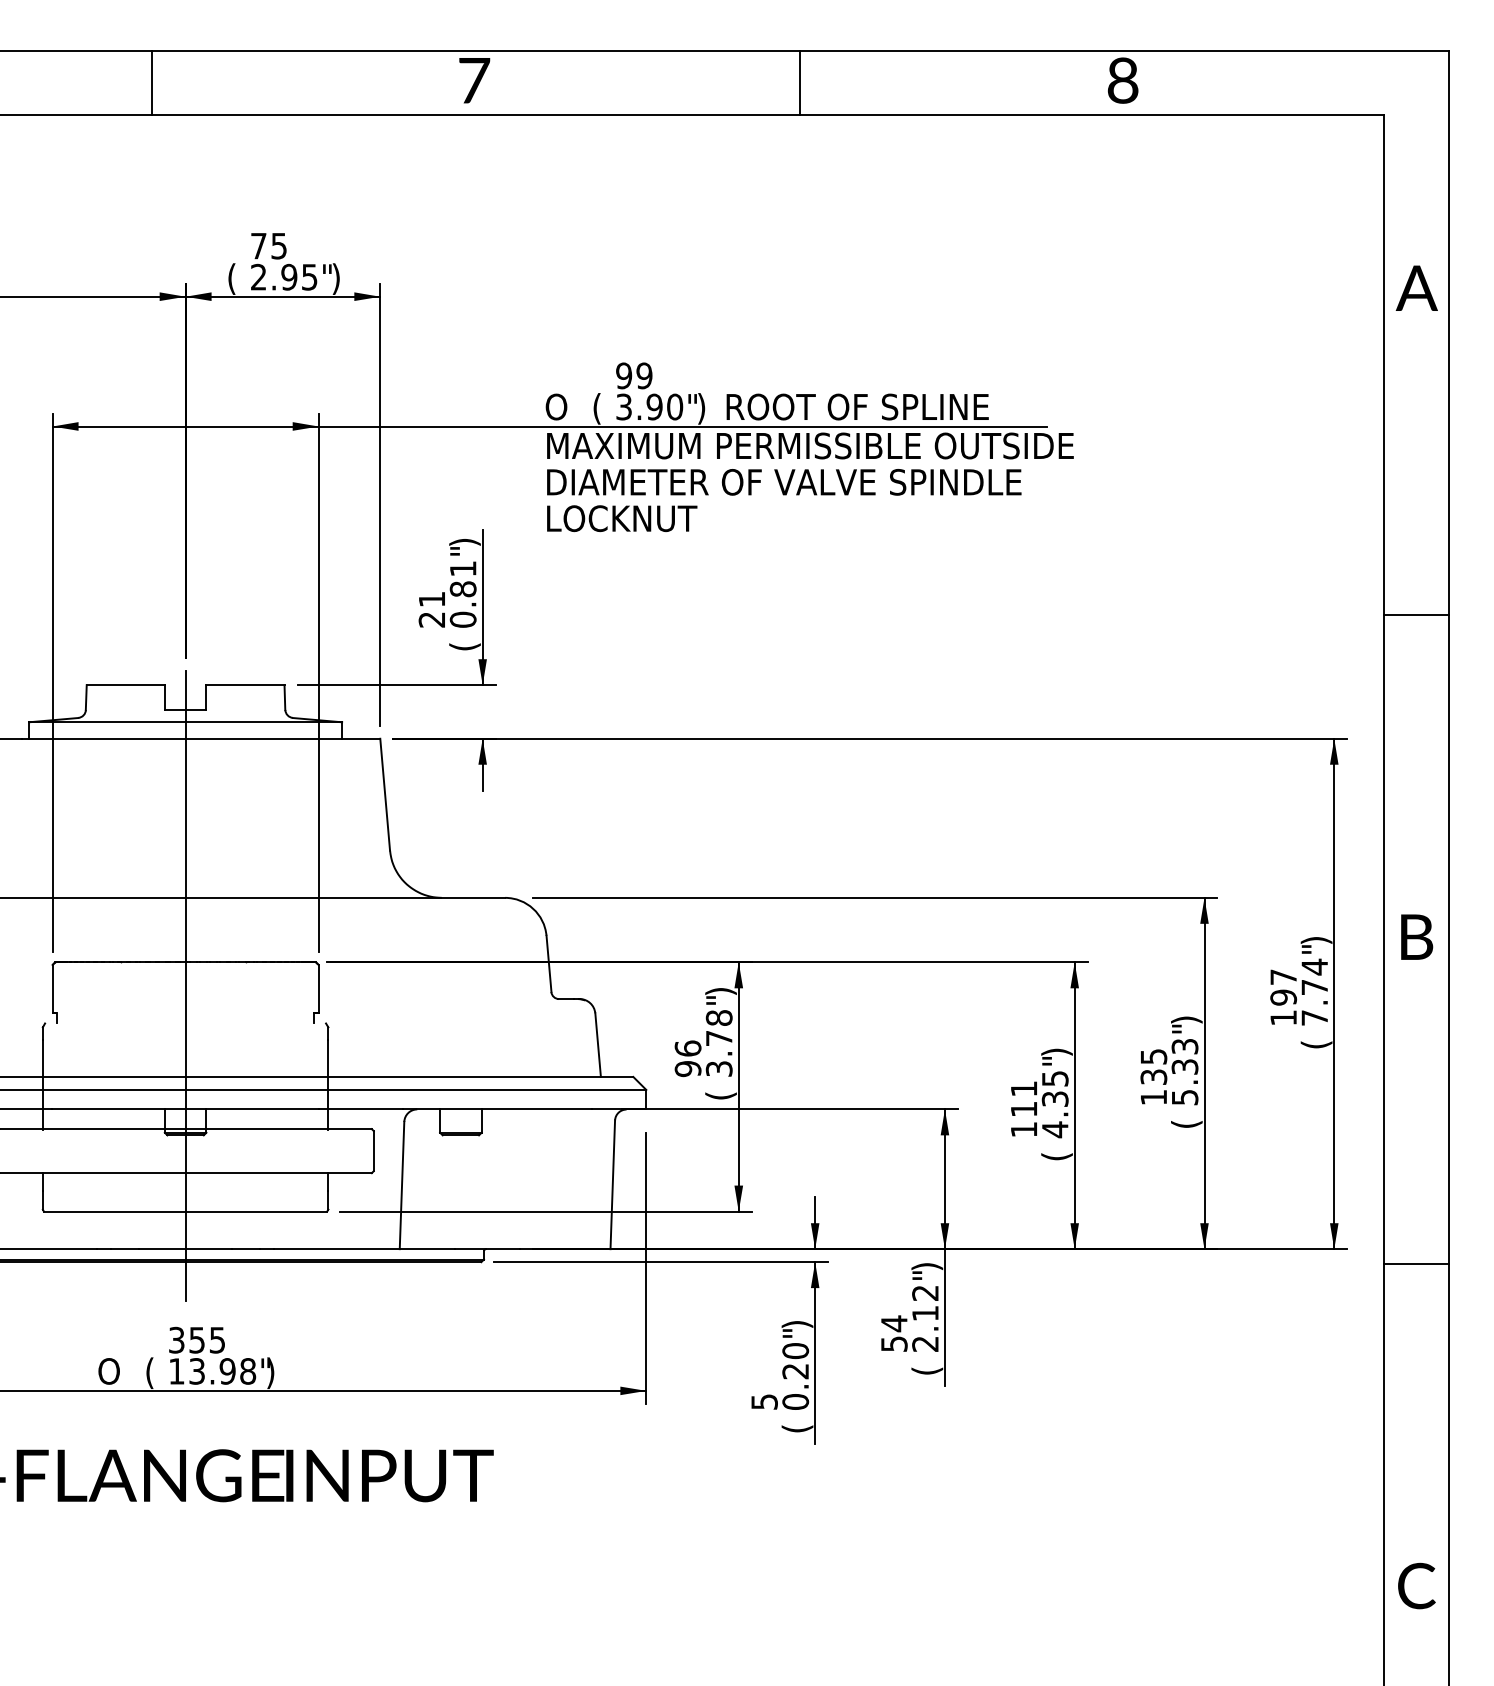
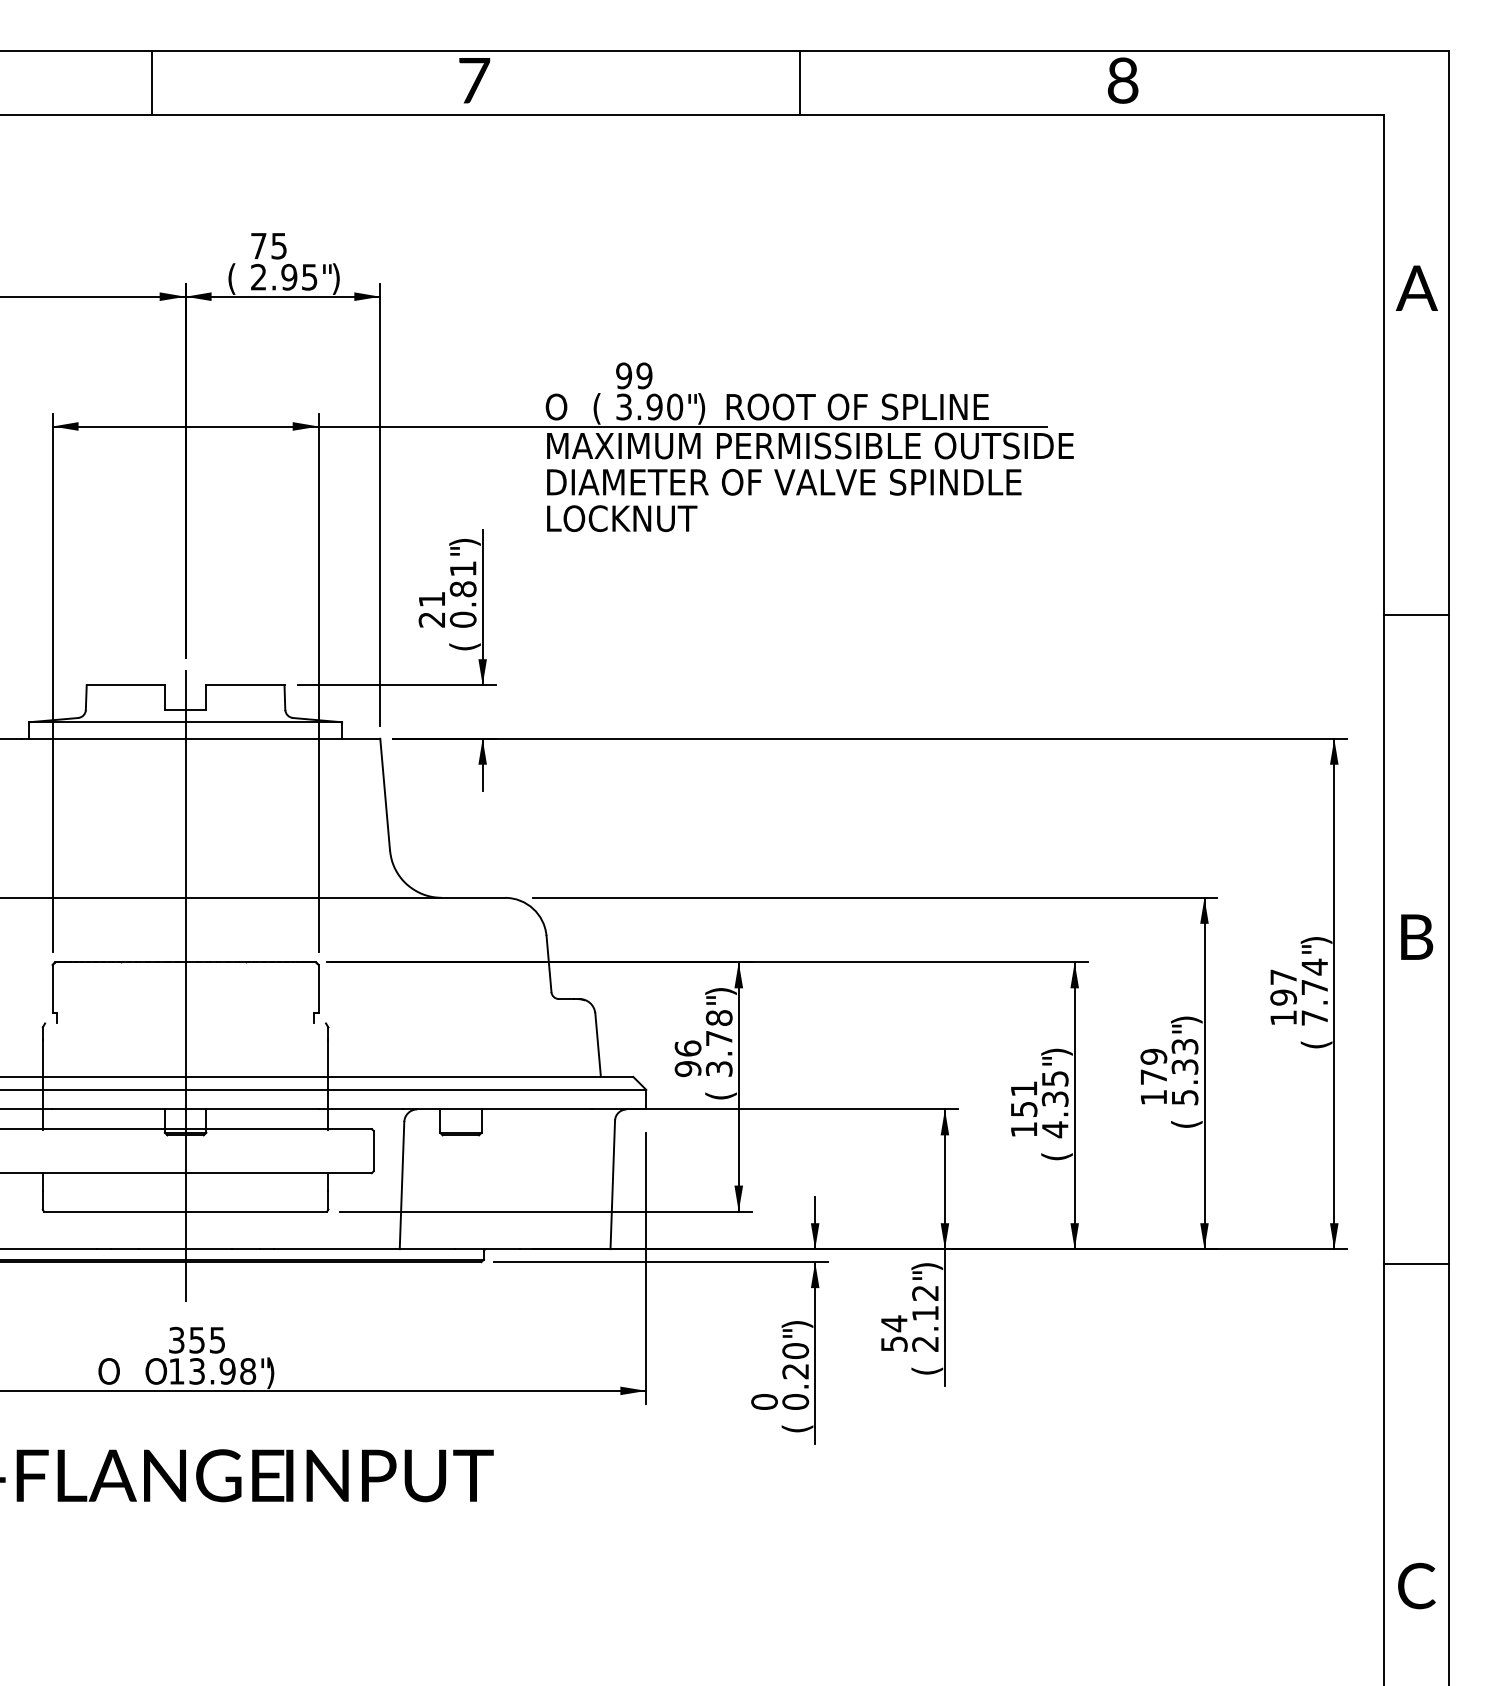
text at (1153, 1066): 135 -> 179
text at (1024, 1109): 111 -> 151
text at (156, 1373): ( -> O
text at (764, 1401): 5 -> 0
